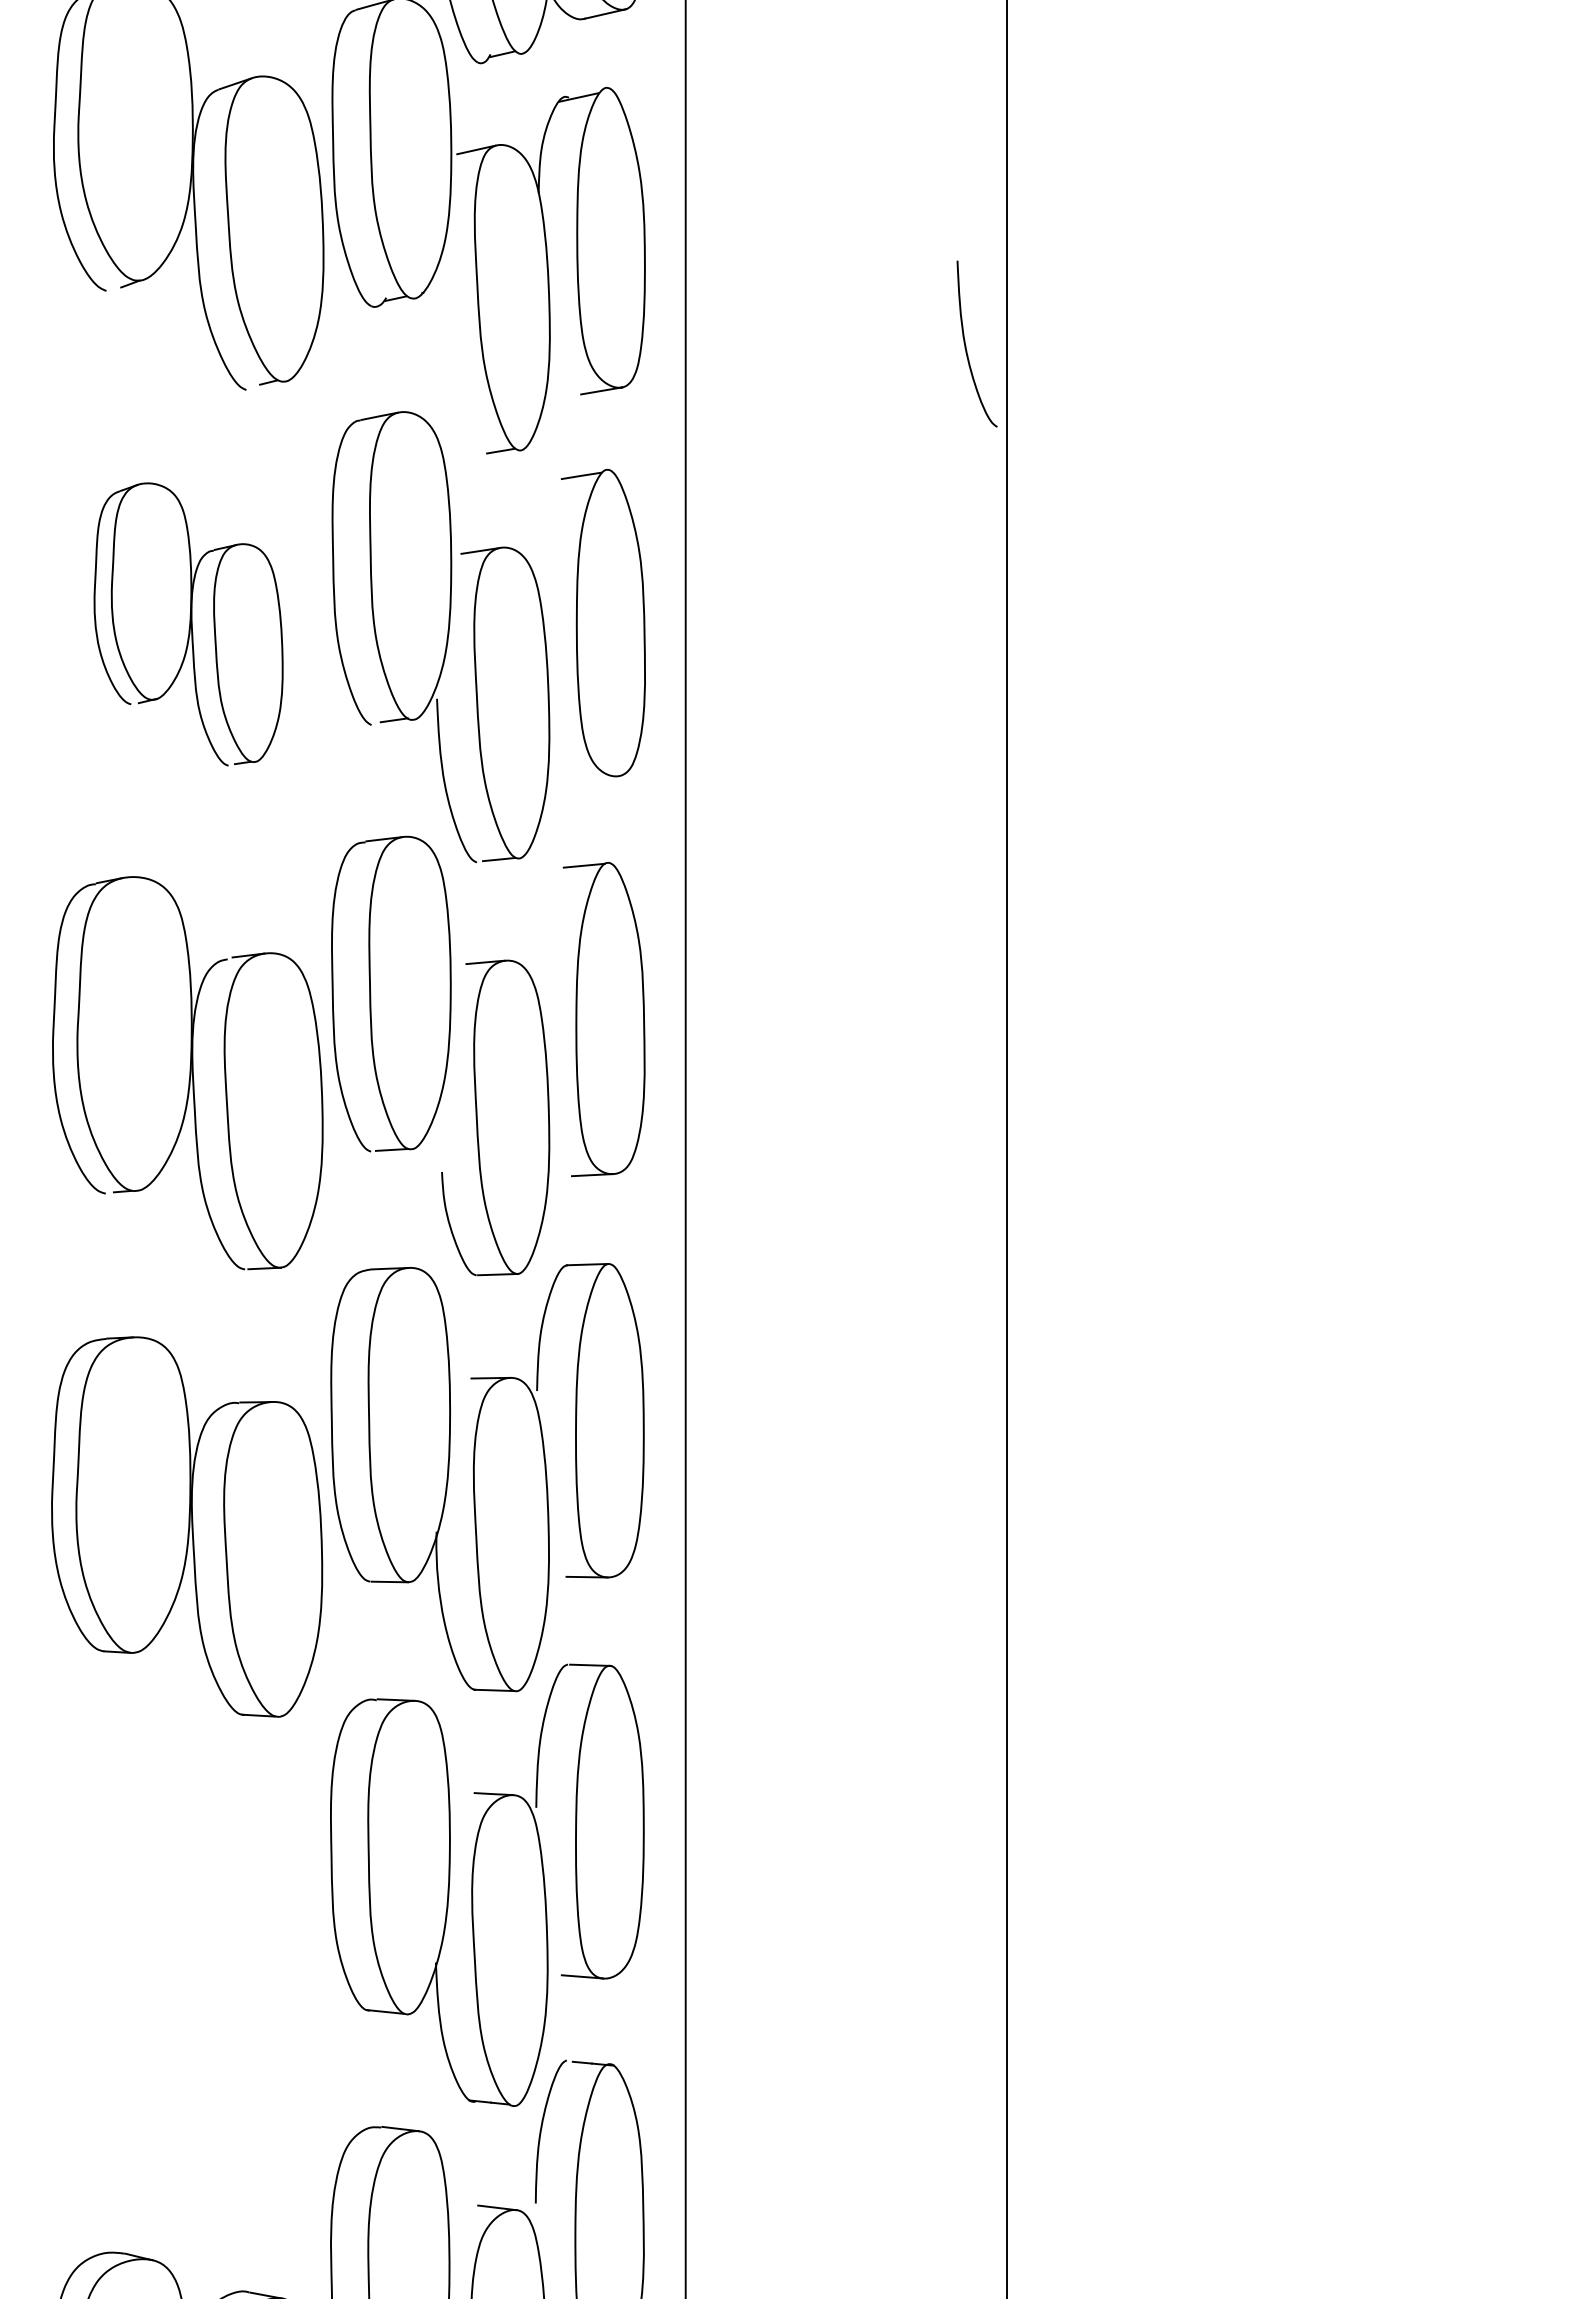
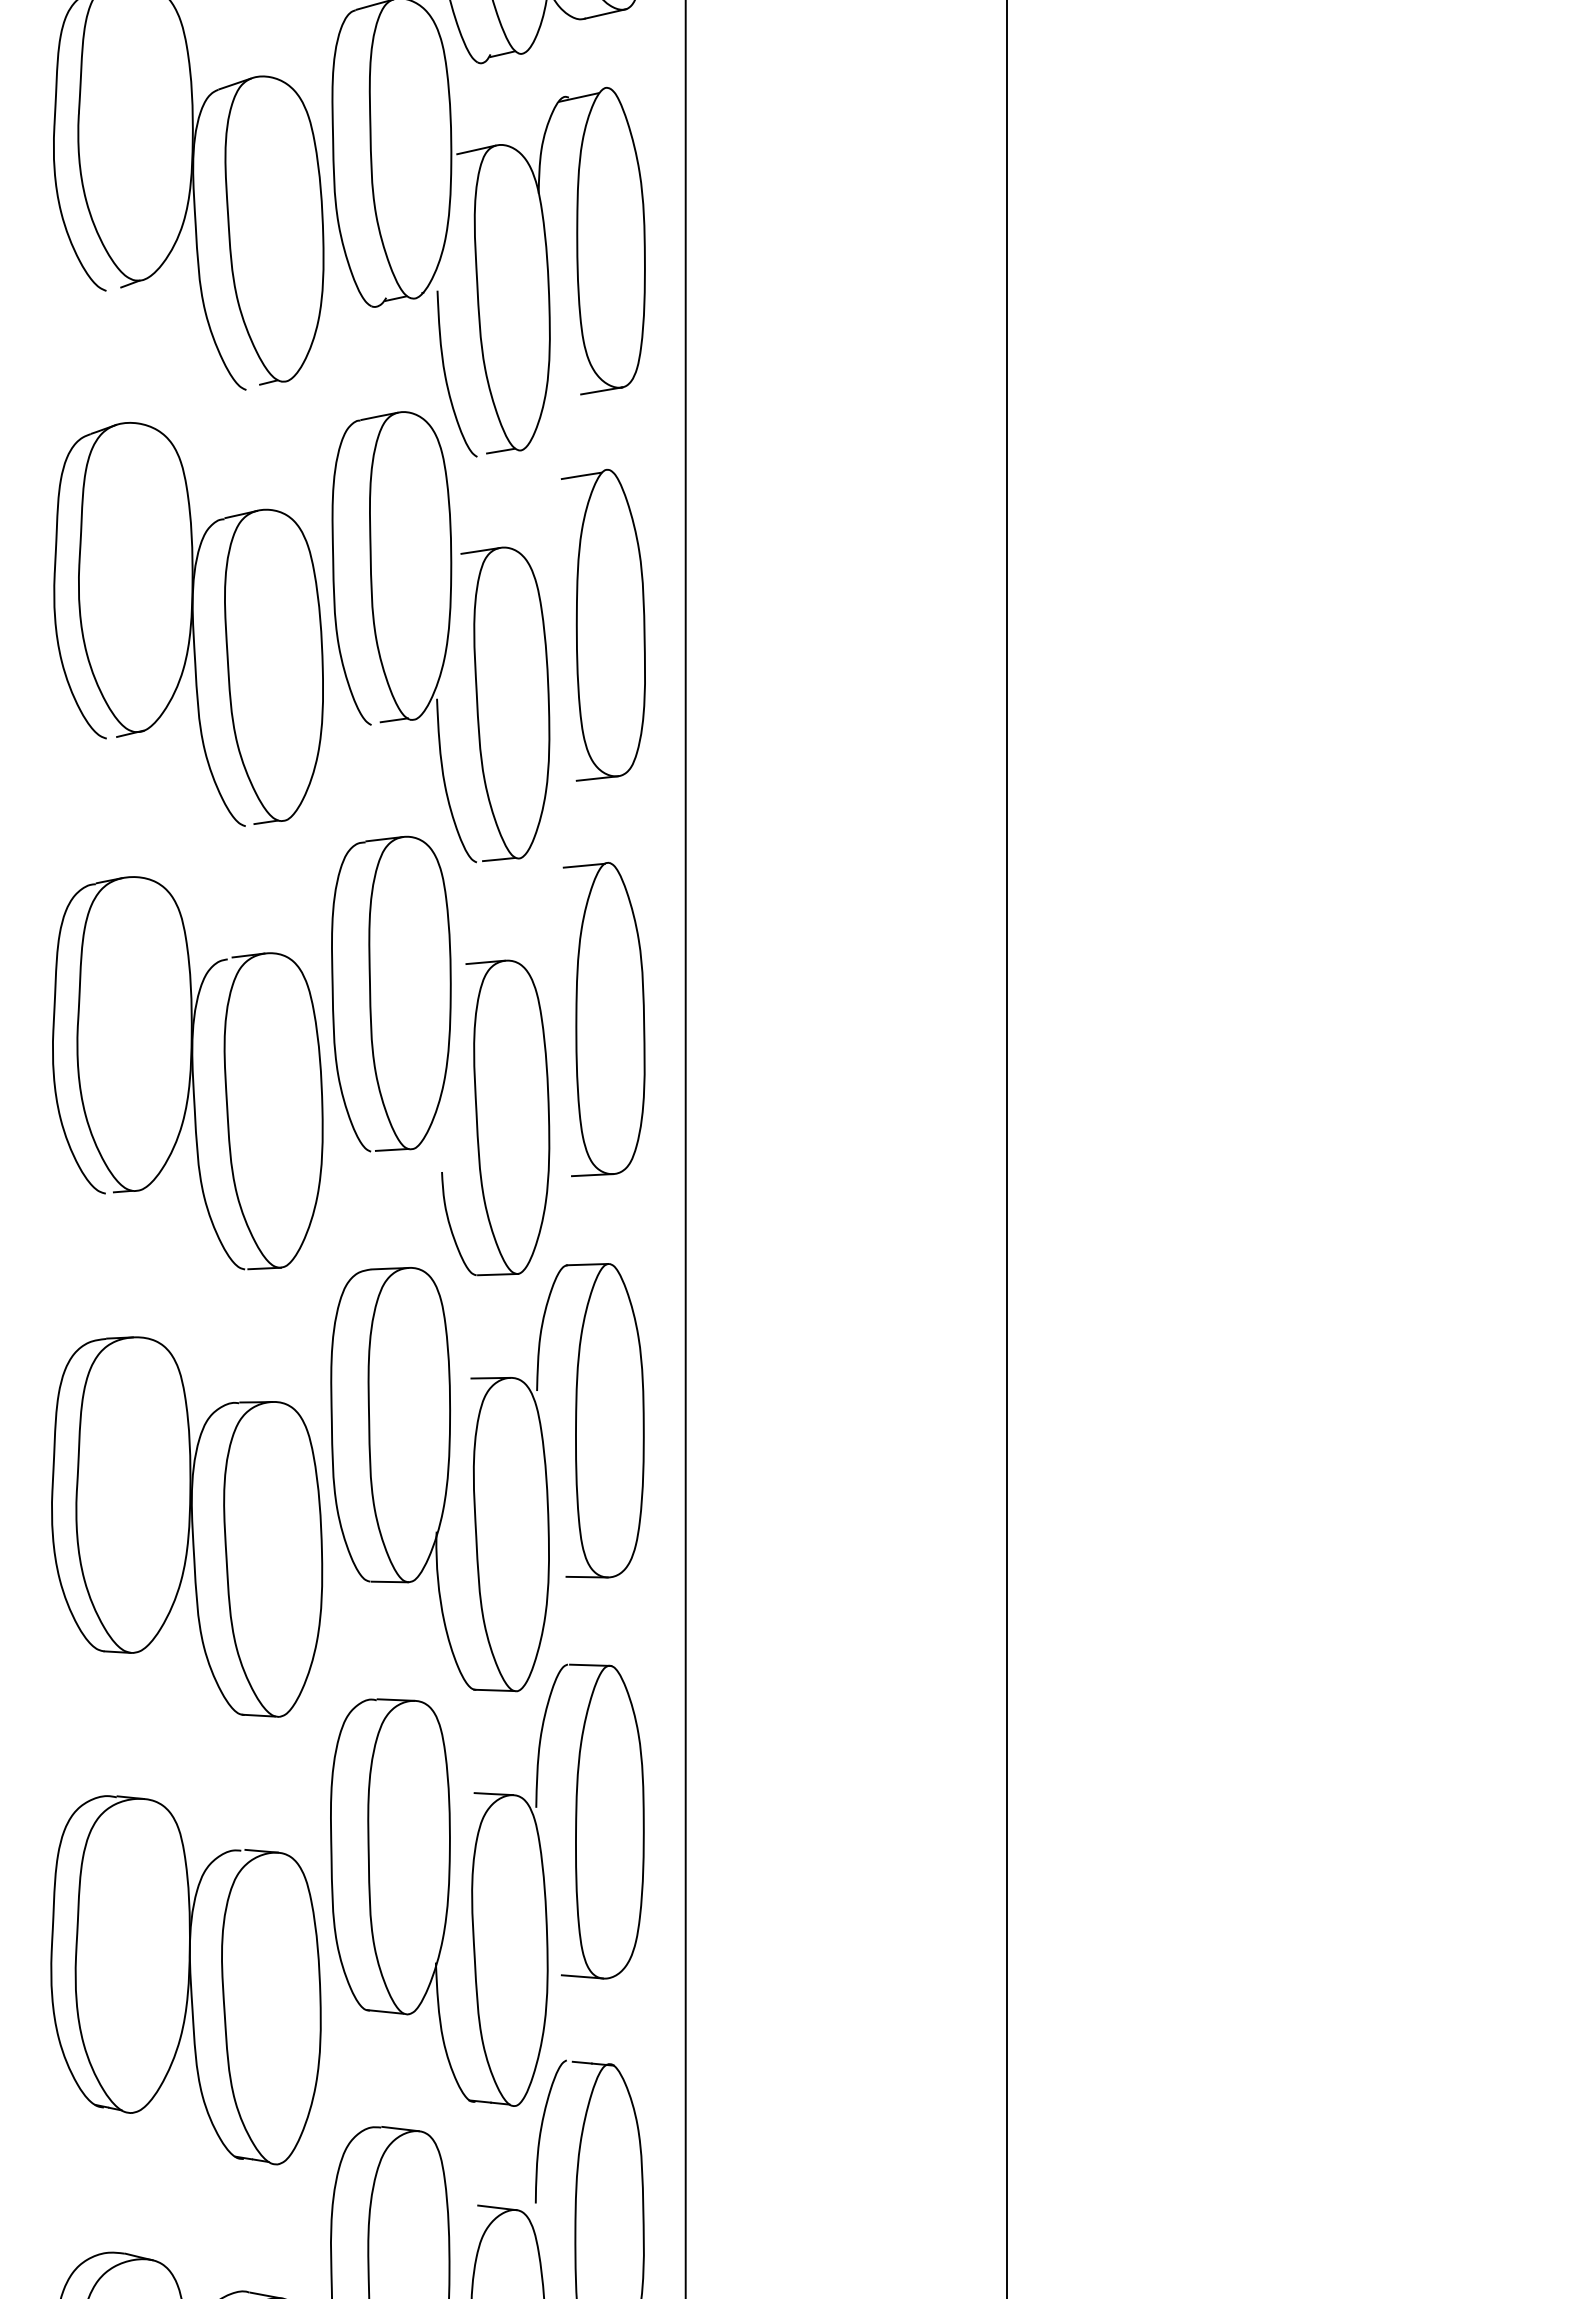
curve at (966, 345) position: (966, 345) -> (446, 375)
part at (188, 624) size: 191x285 px -> 271x405 px
line at (597, 778): none -> present
part at (185, 1980): none -> present
